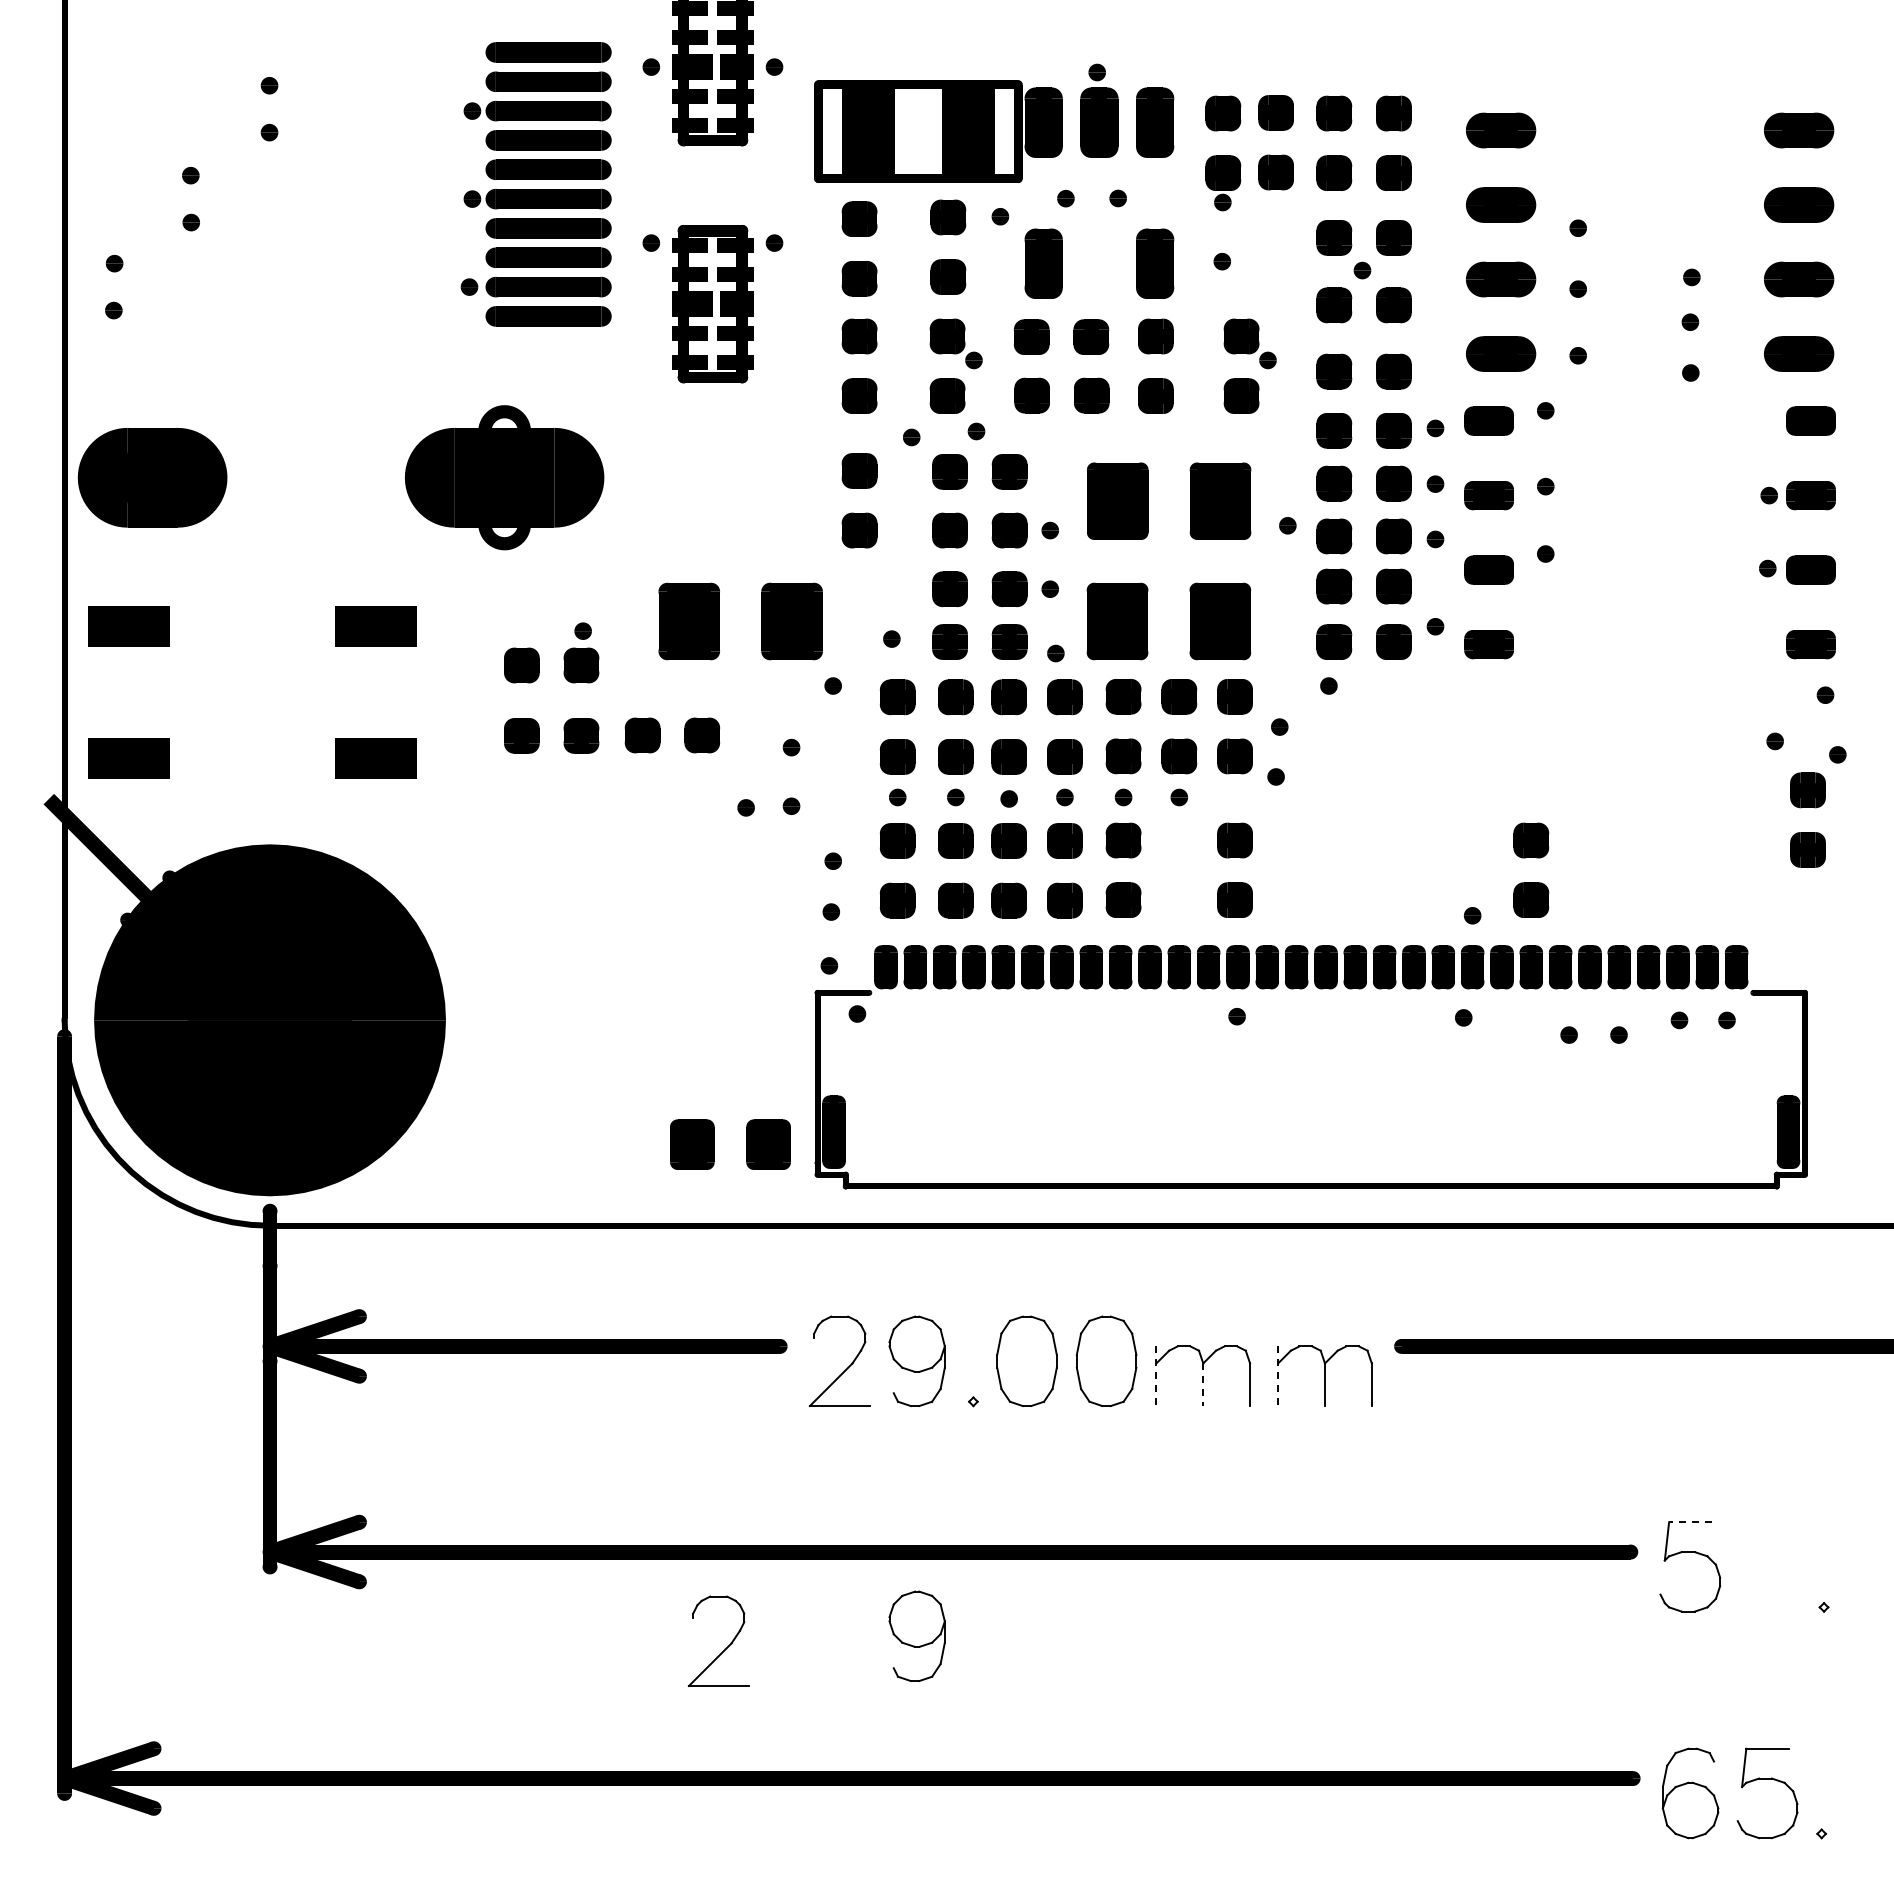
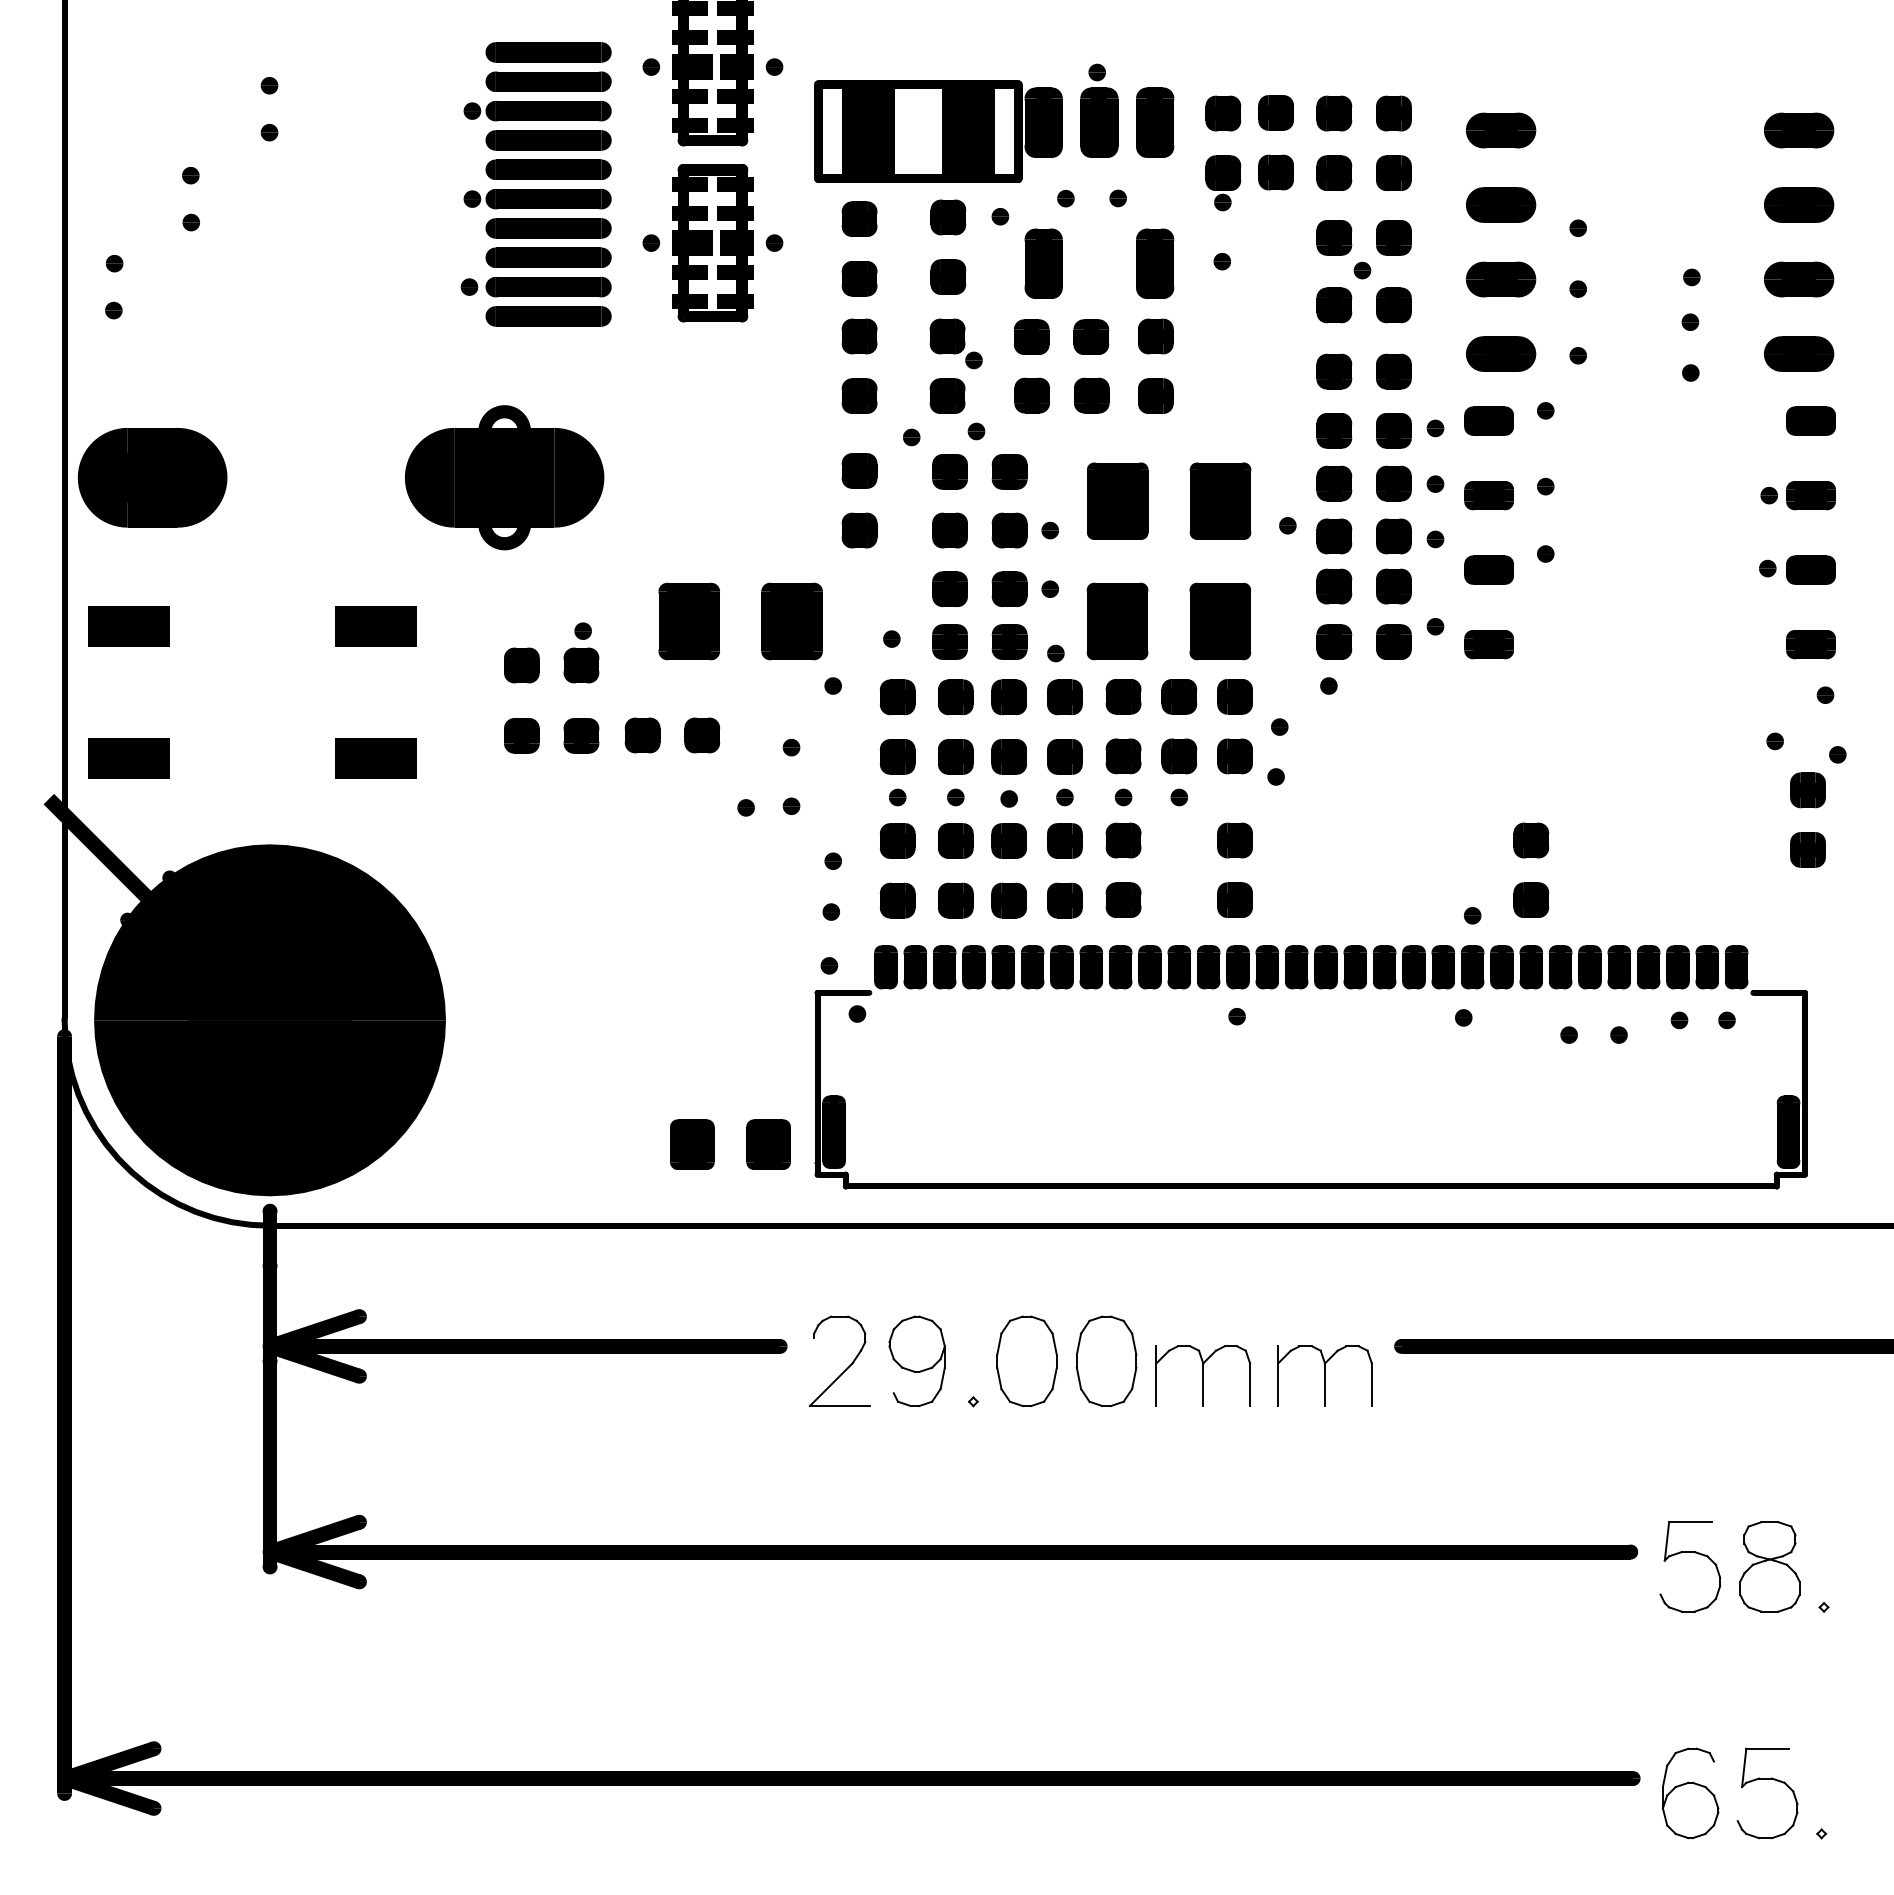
part at (712, 304) position: (712, 304) -> (712, 243)
part at (1259, 363): present -> none
line at (1156, 1376): dashed -> solid
line at (1278, 1376): dashed -> solid
line at (1203, 1385): dashed -> solid
line at (1689, 1522): dashed -> solid
part at (1769, 1566): none -> present
part at (916, 1635): present -> none
part at (726, 1647): present -> none
